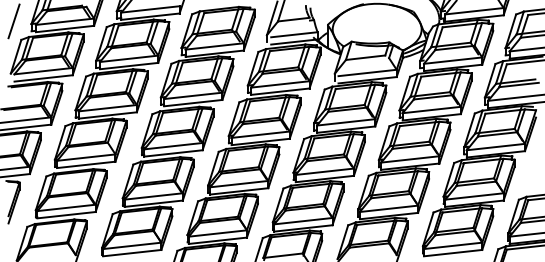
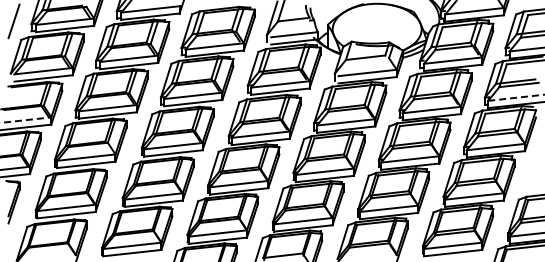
line at (516, 97): solid -> dashed
line at (25, 120): solid -> dashed
